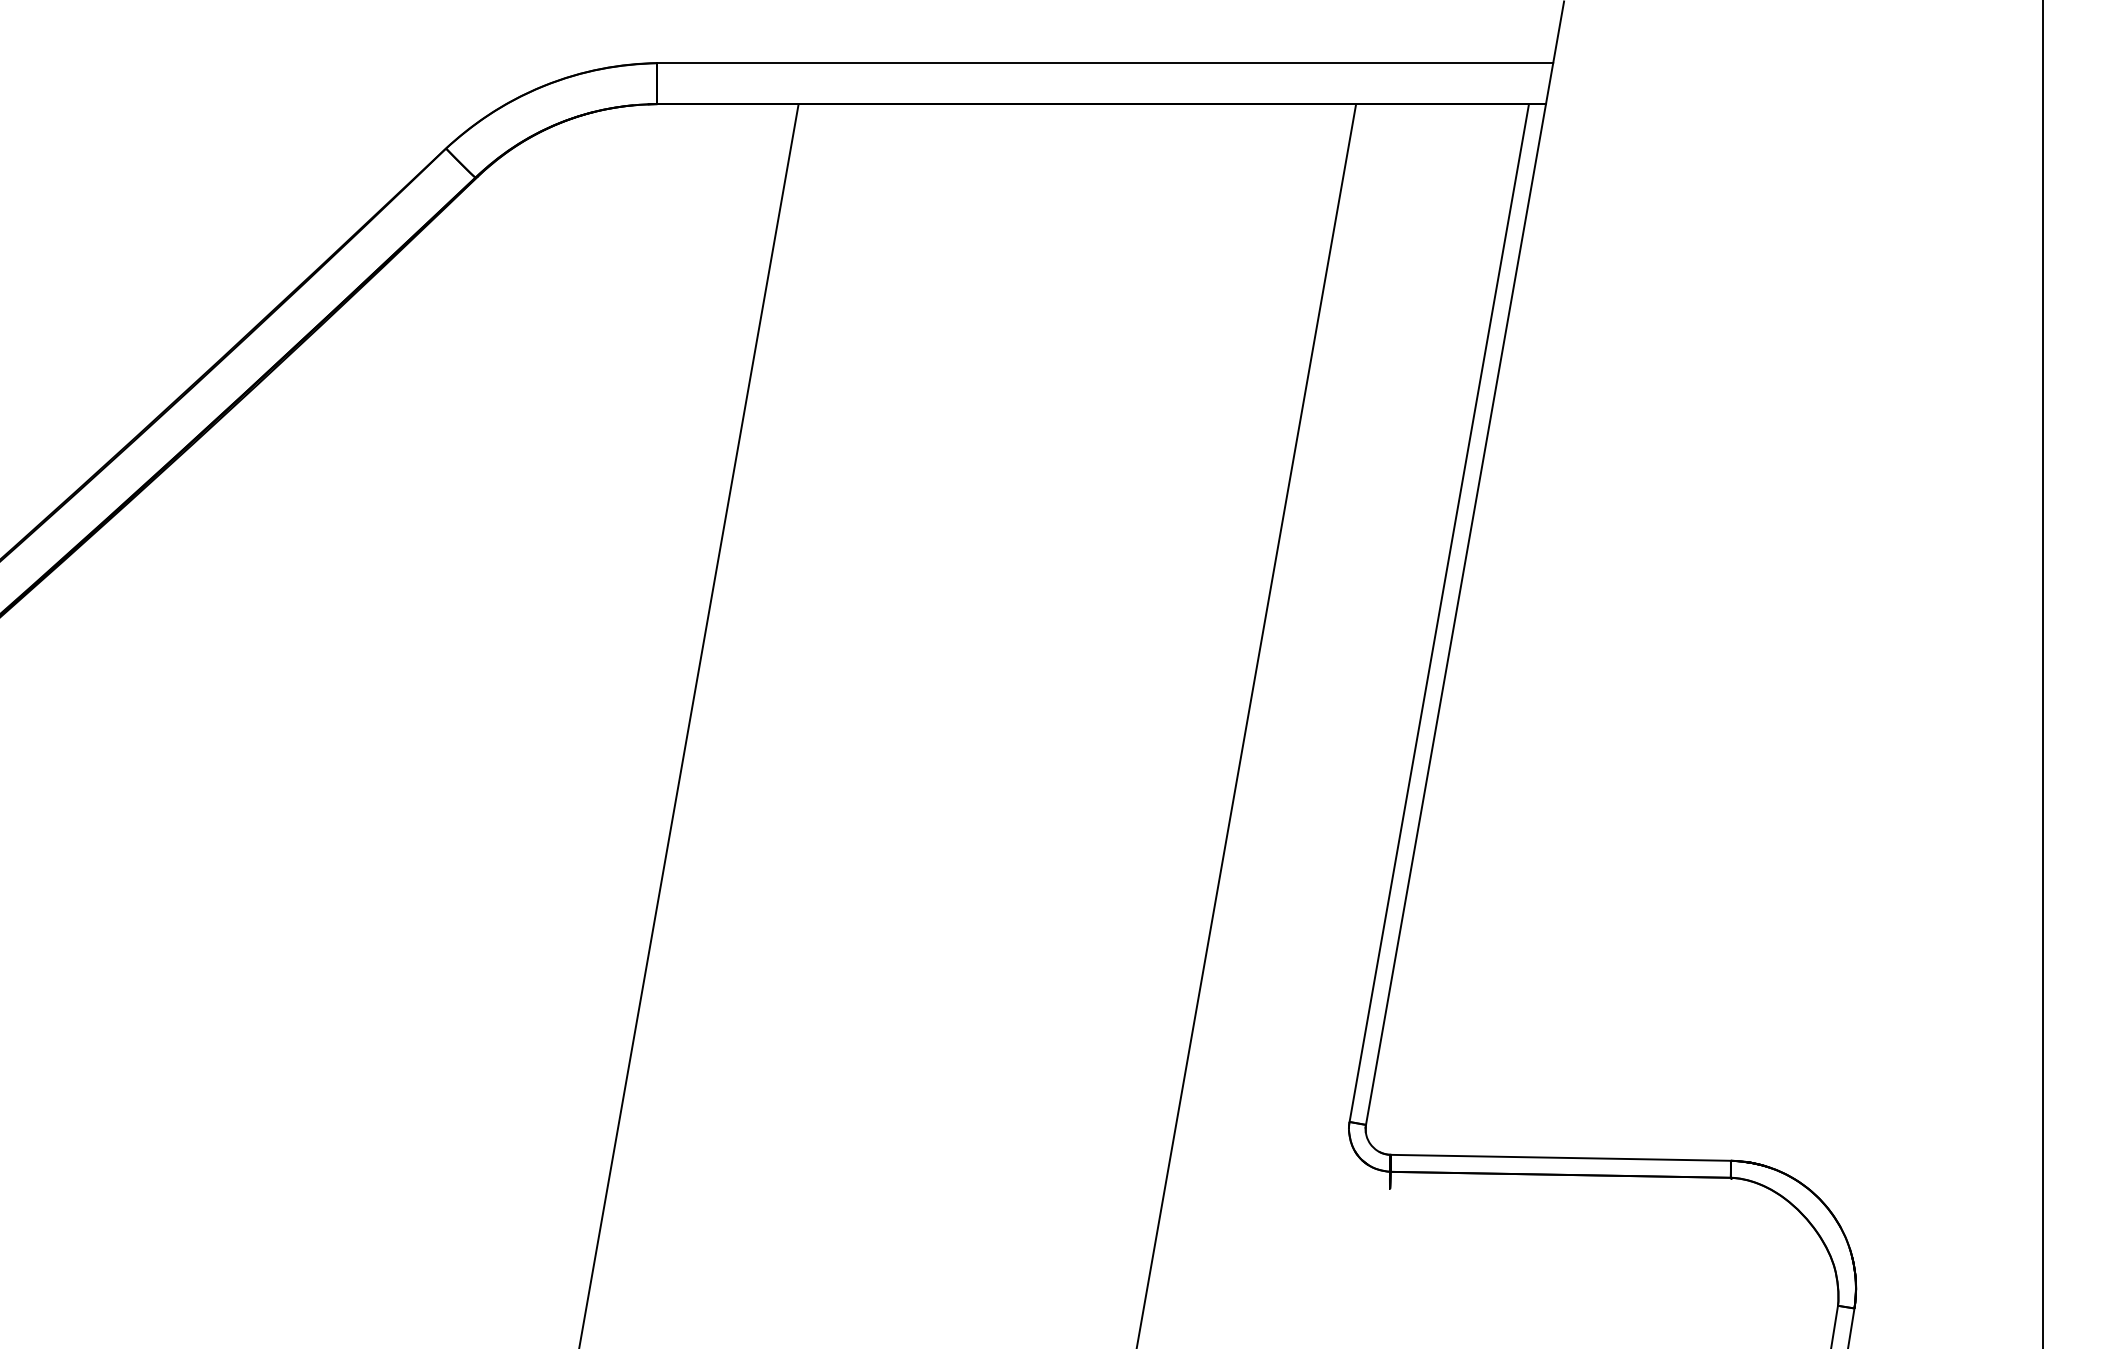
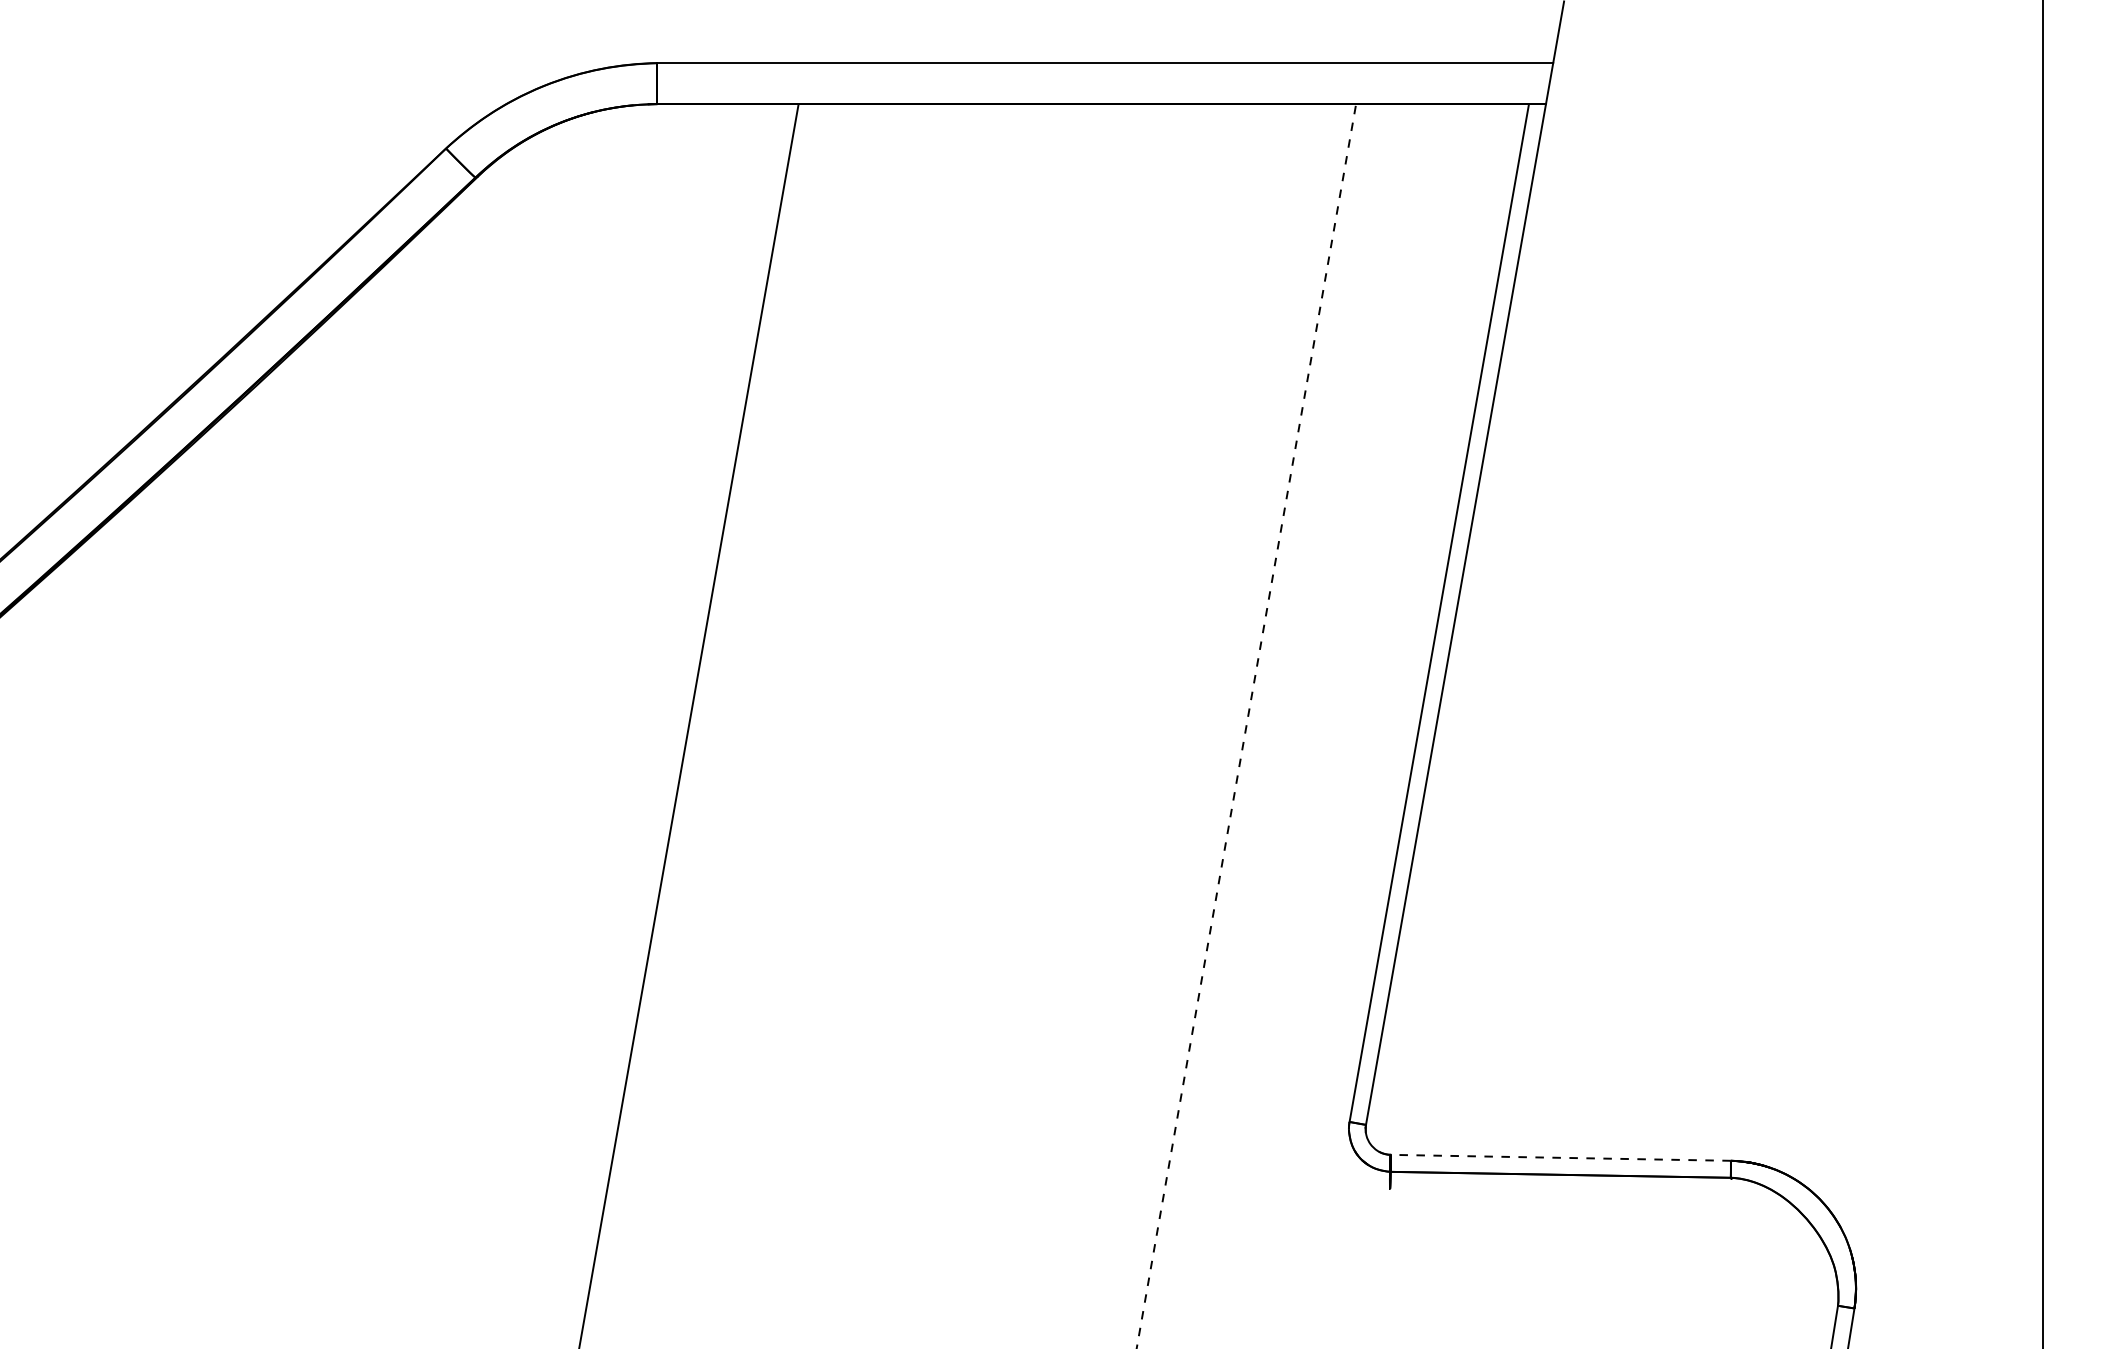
line at (1246, 726): solid -> dashed
line at (1560, 1157): solid -> dashed
